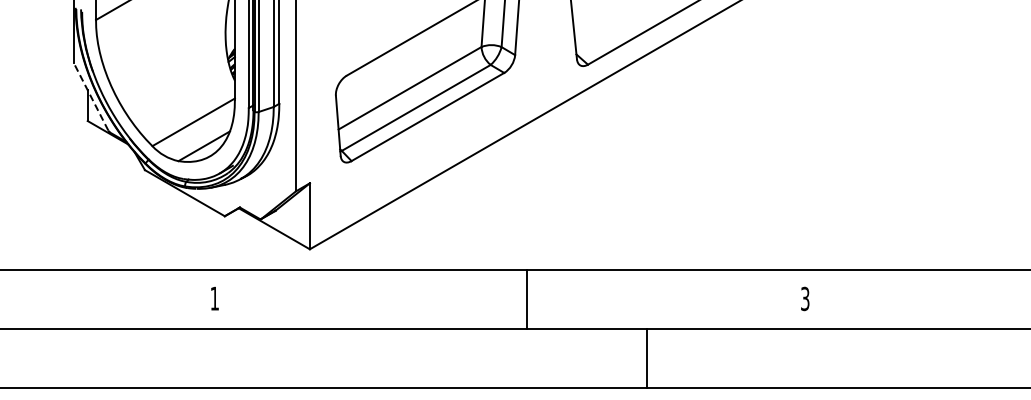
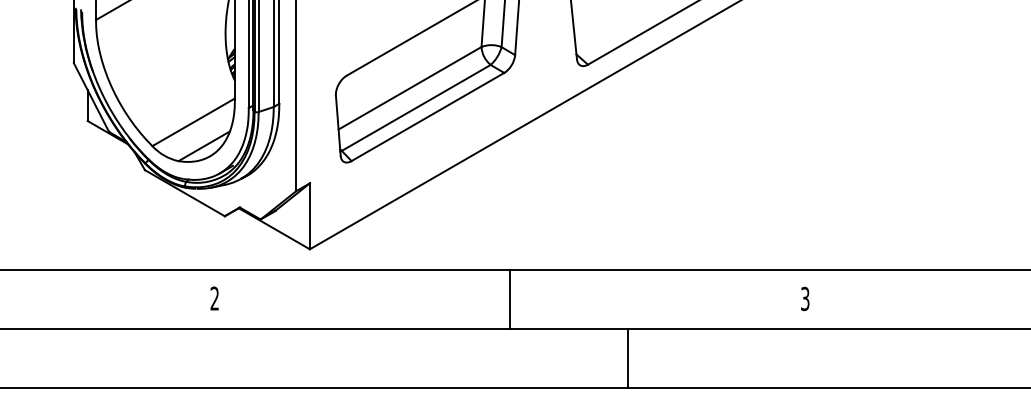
line at (91, 96): dashed -> solid
text at (214, 298): 1 -> 2
line at (527, 299) position: (527, 299) -> (510, 299)
line at (647, 358) position: (647, 358) -> (628, 358)
